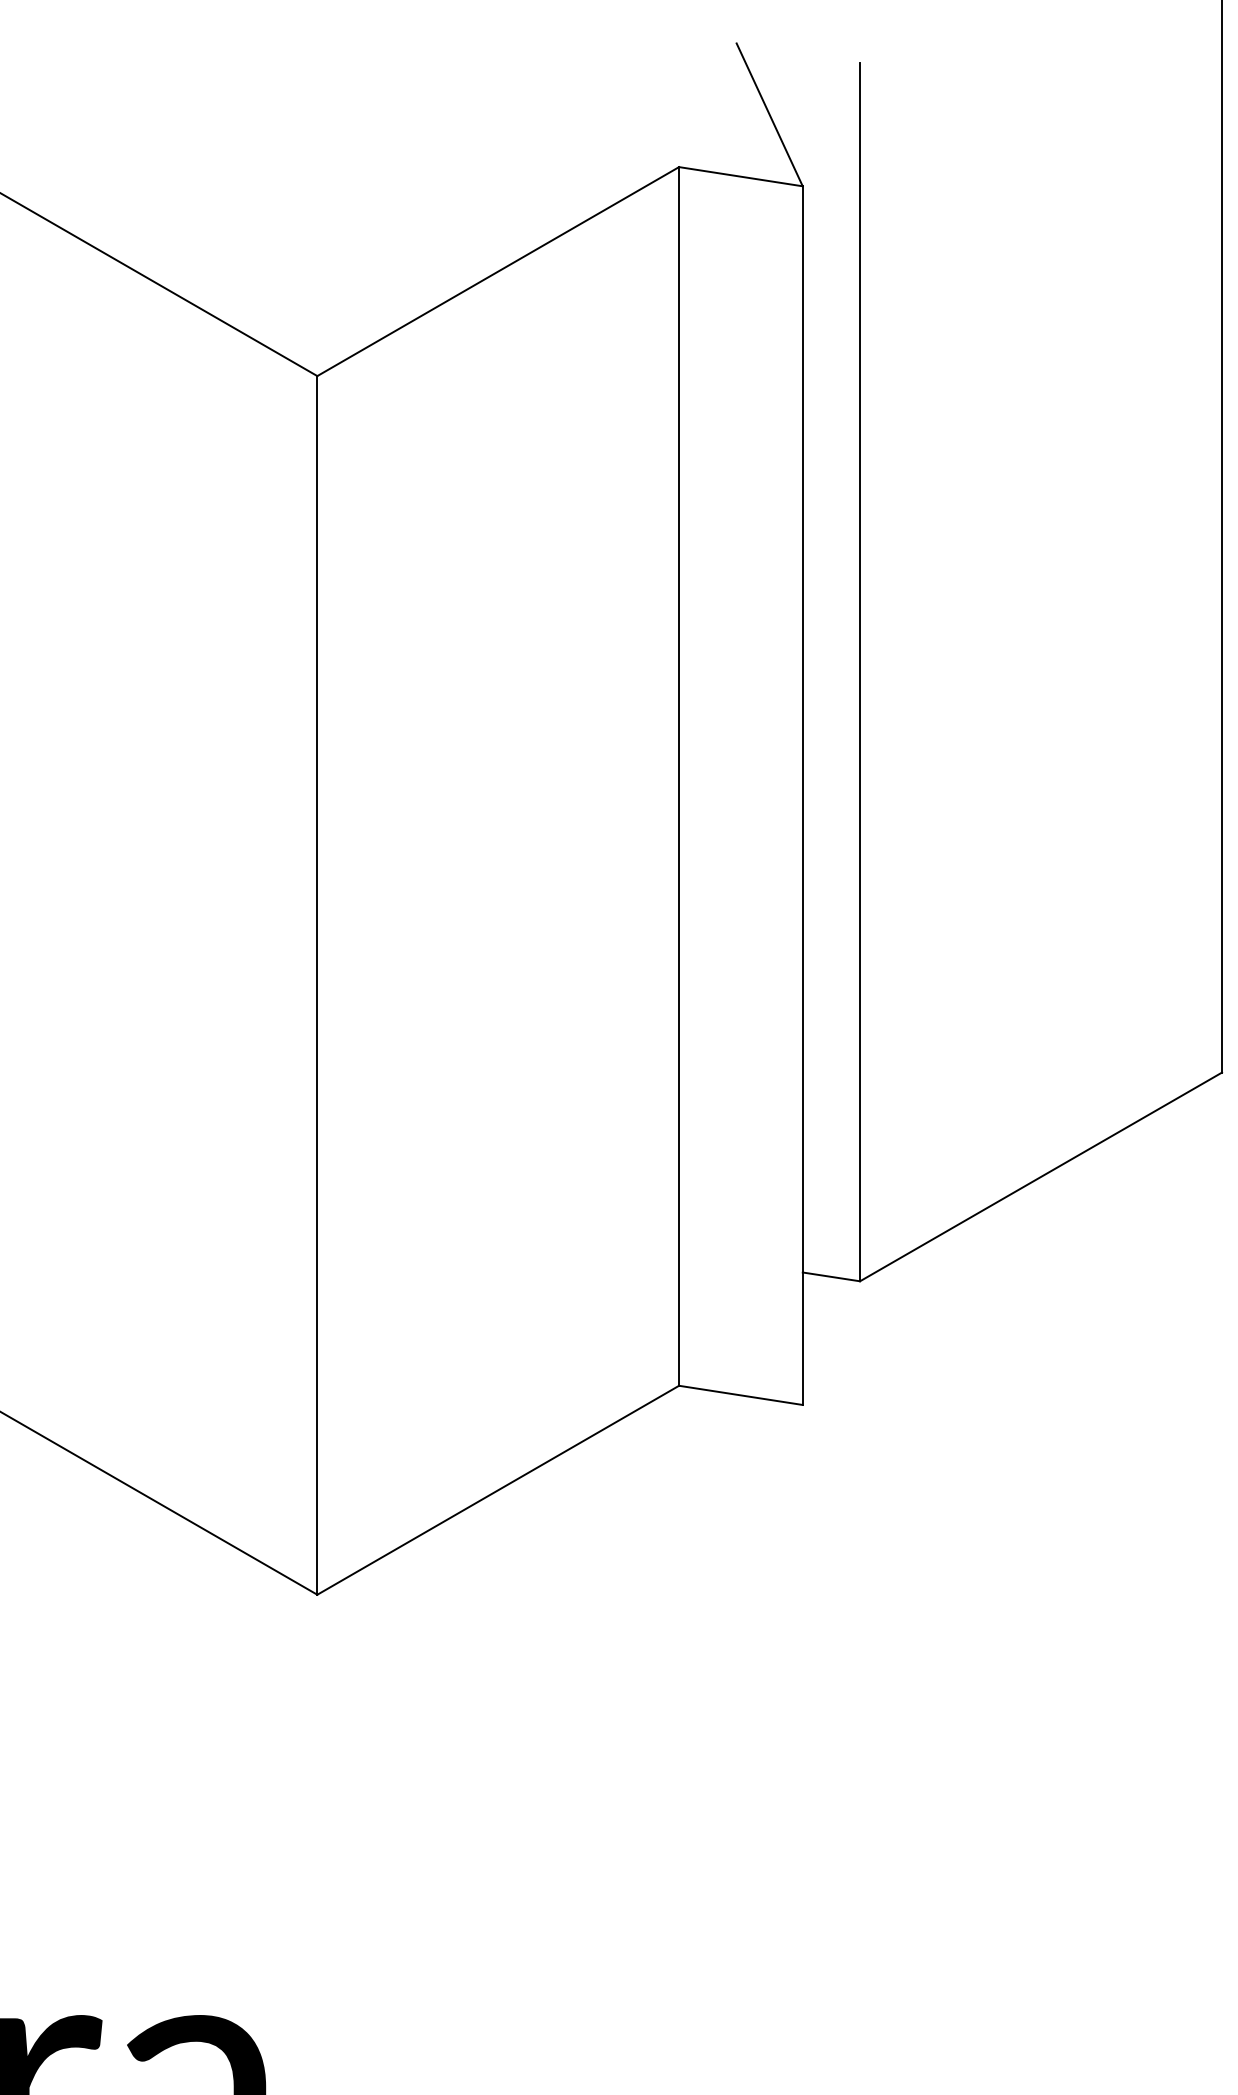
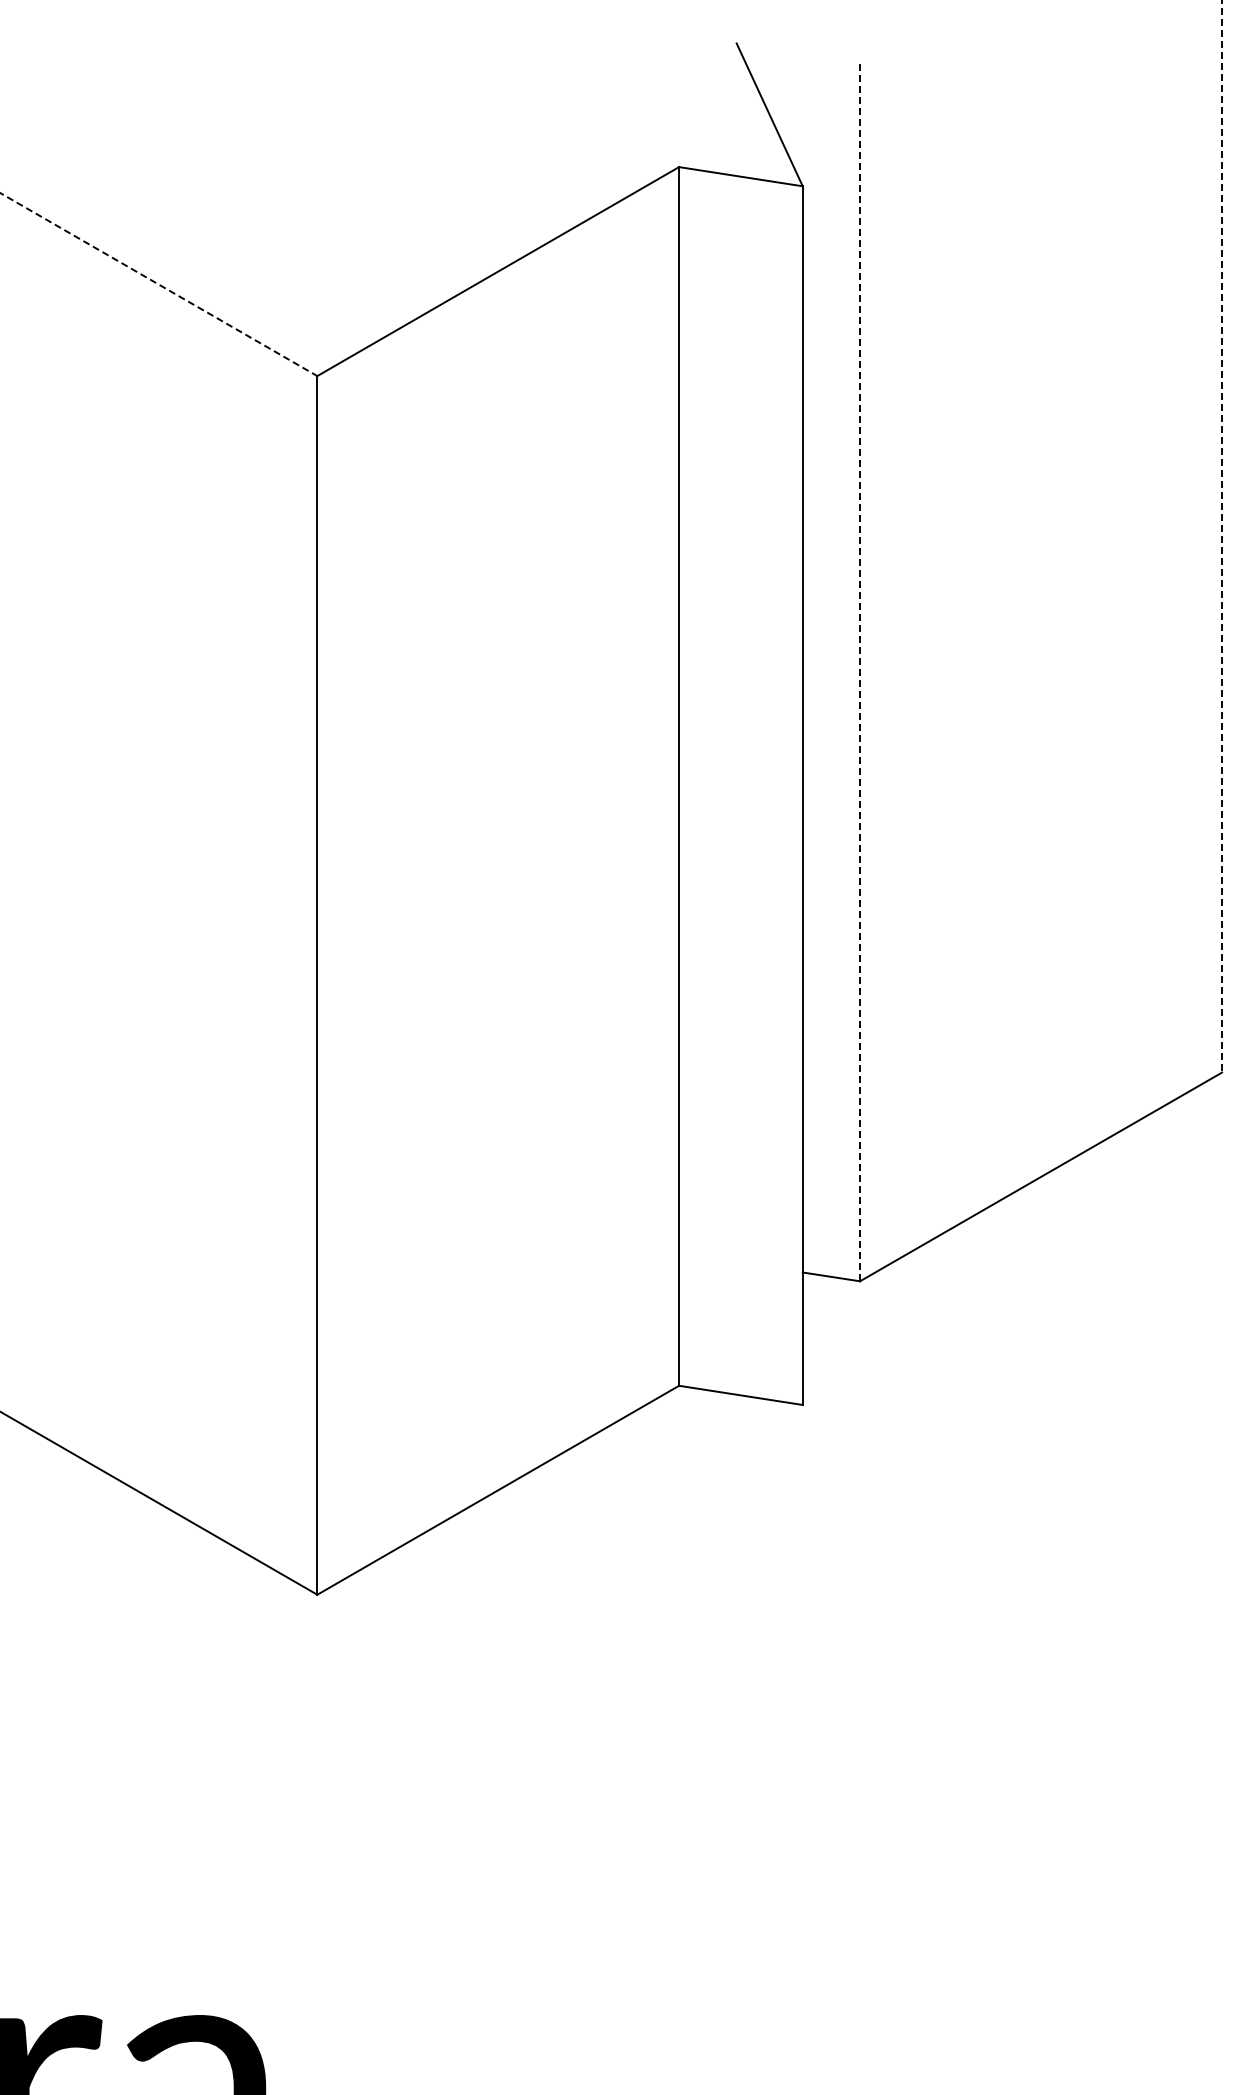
line at (159, 284): solid -> dashed
line at (1222, 536): solid -> dashed
line at (860, 671): solid -> dashed
